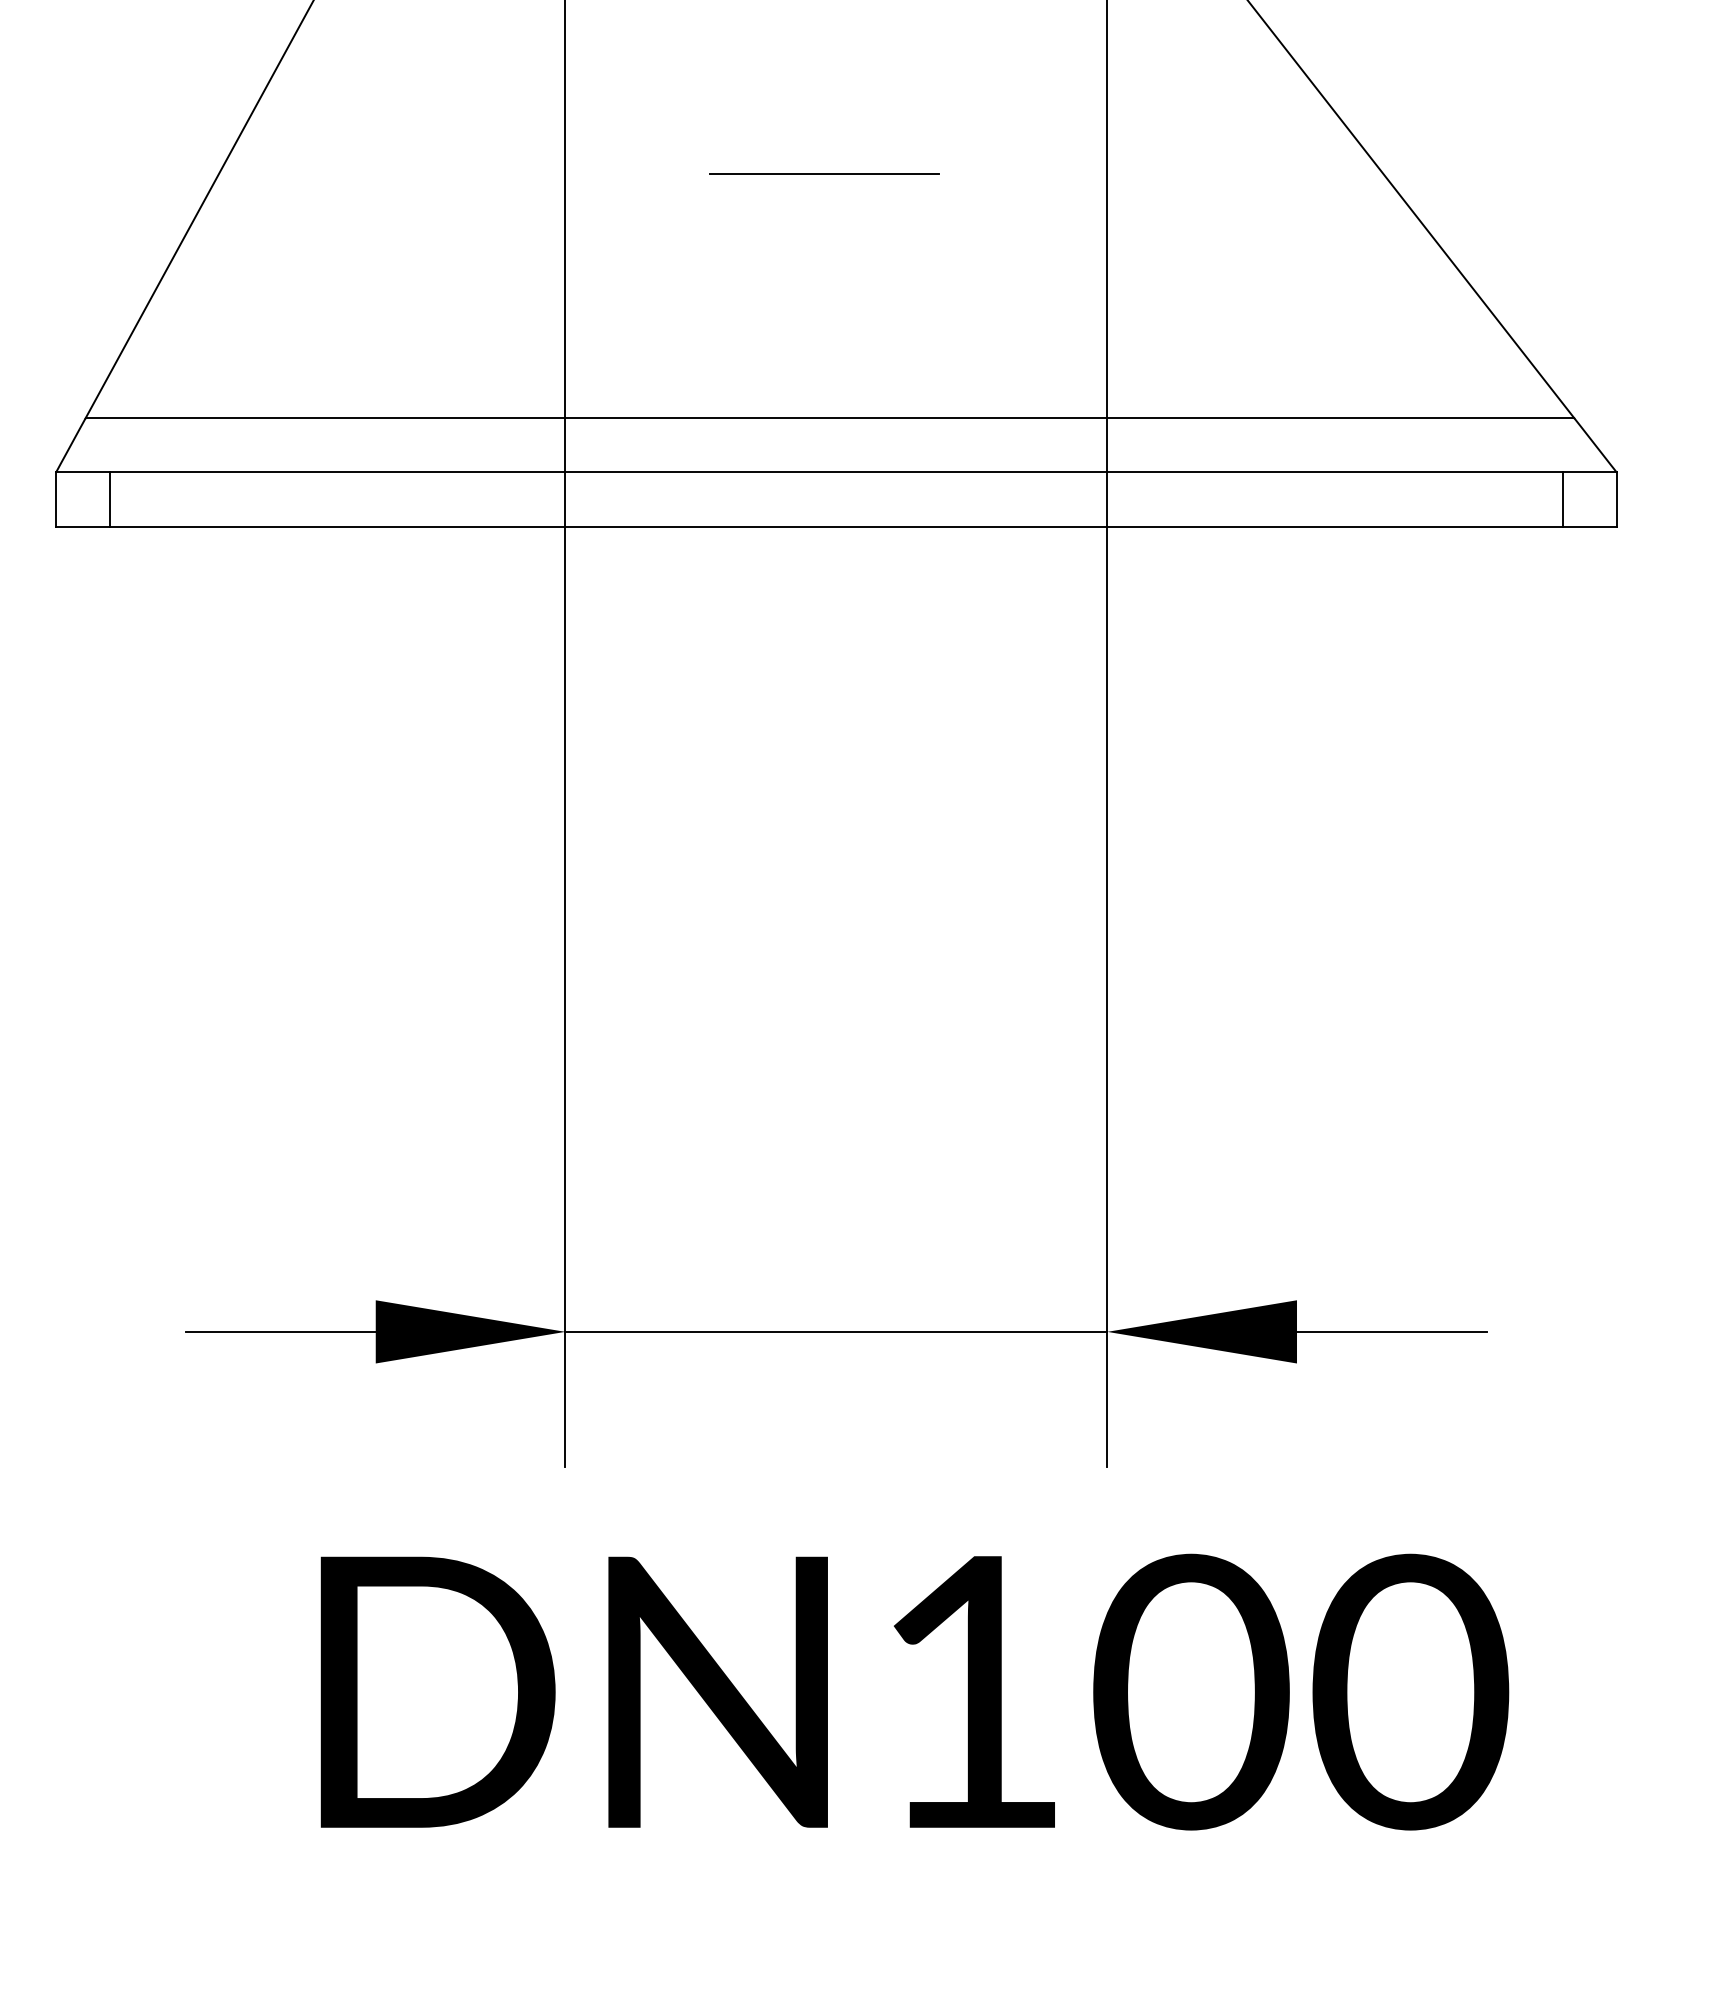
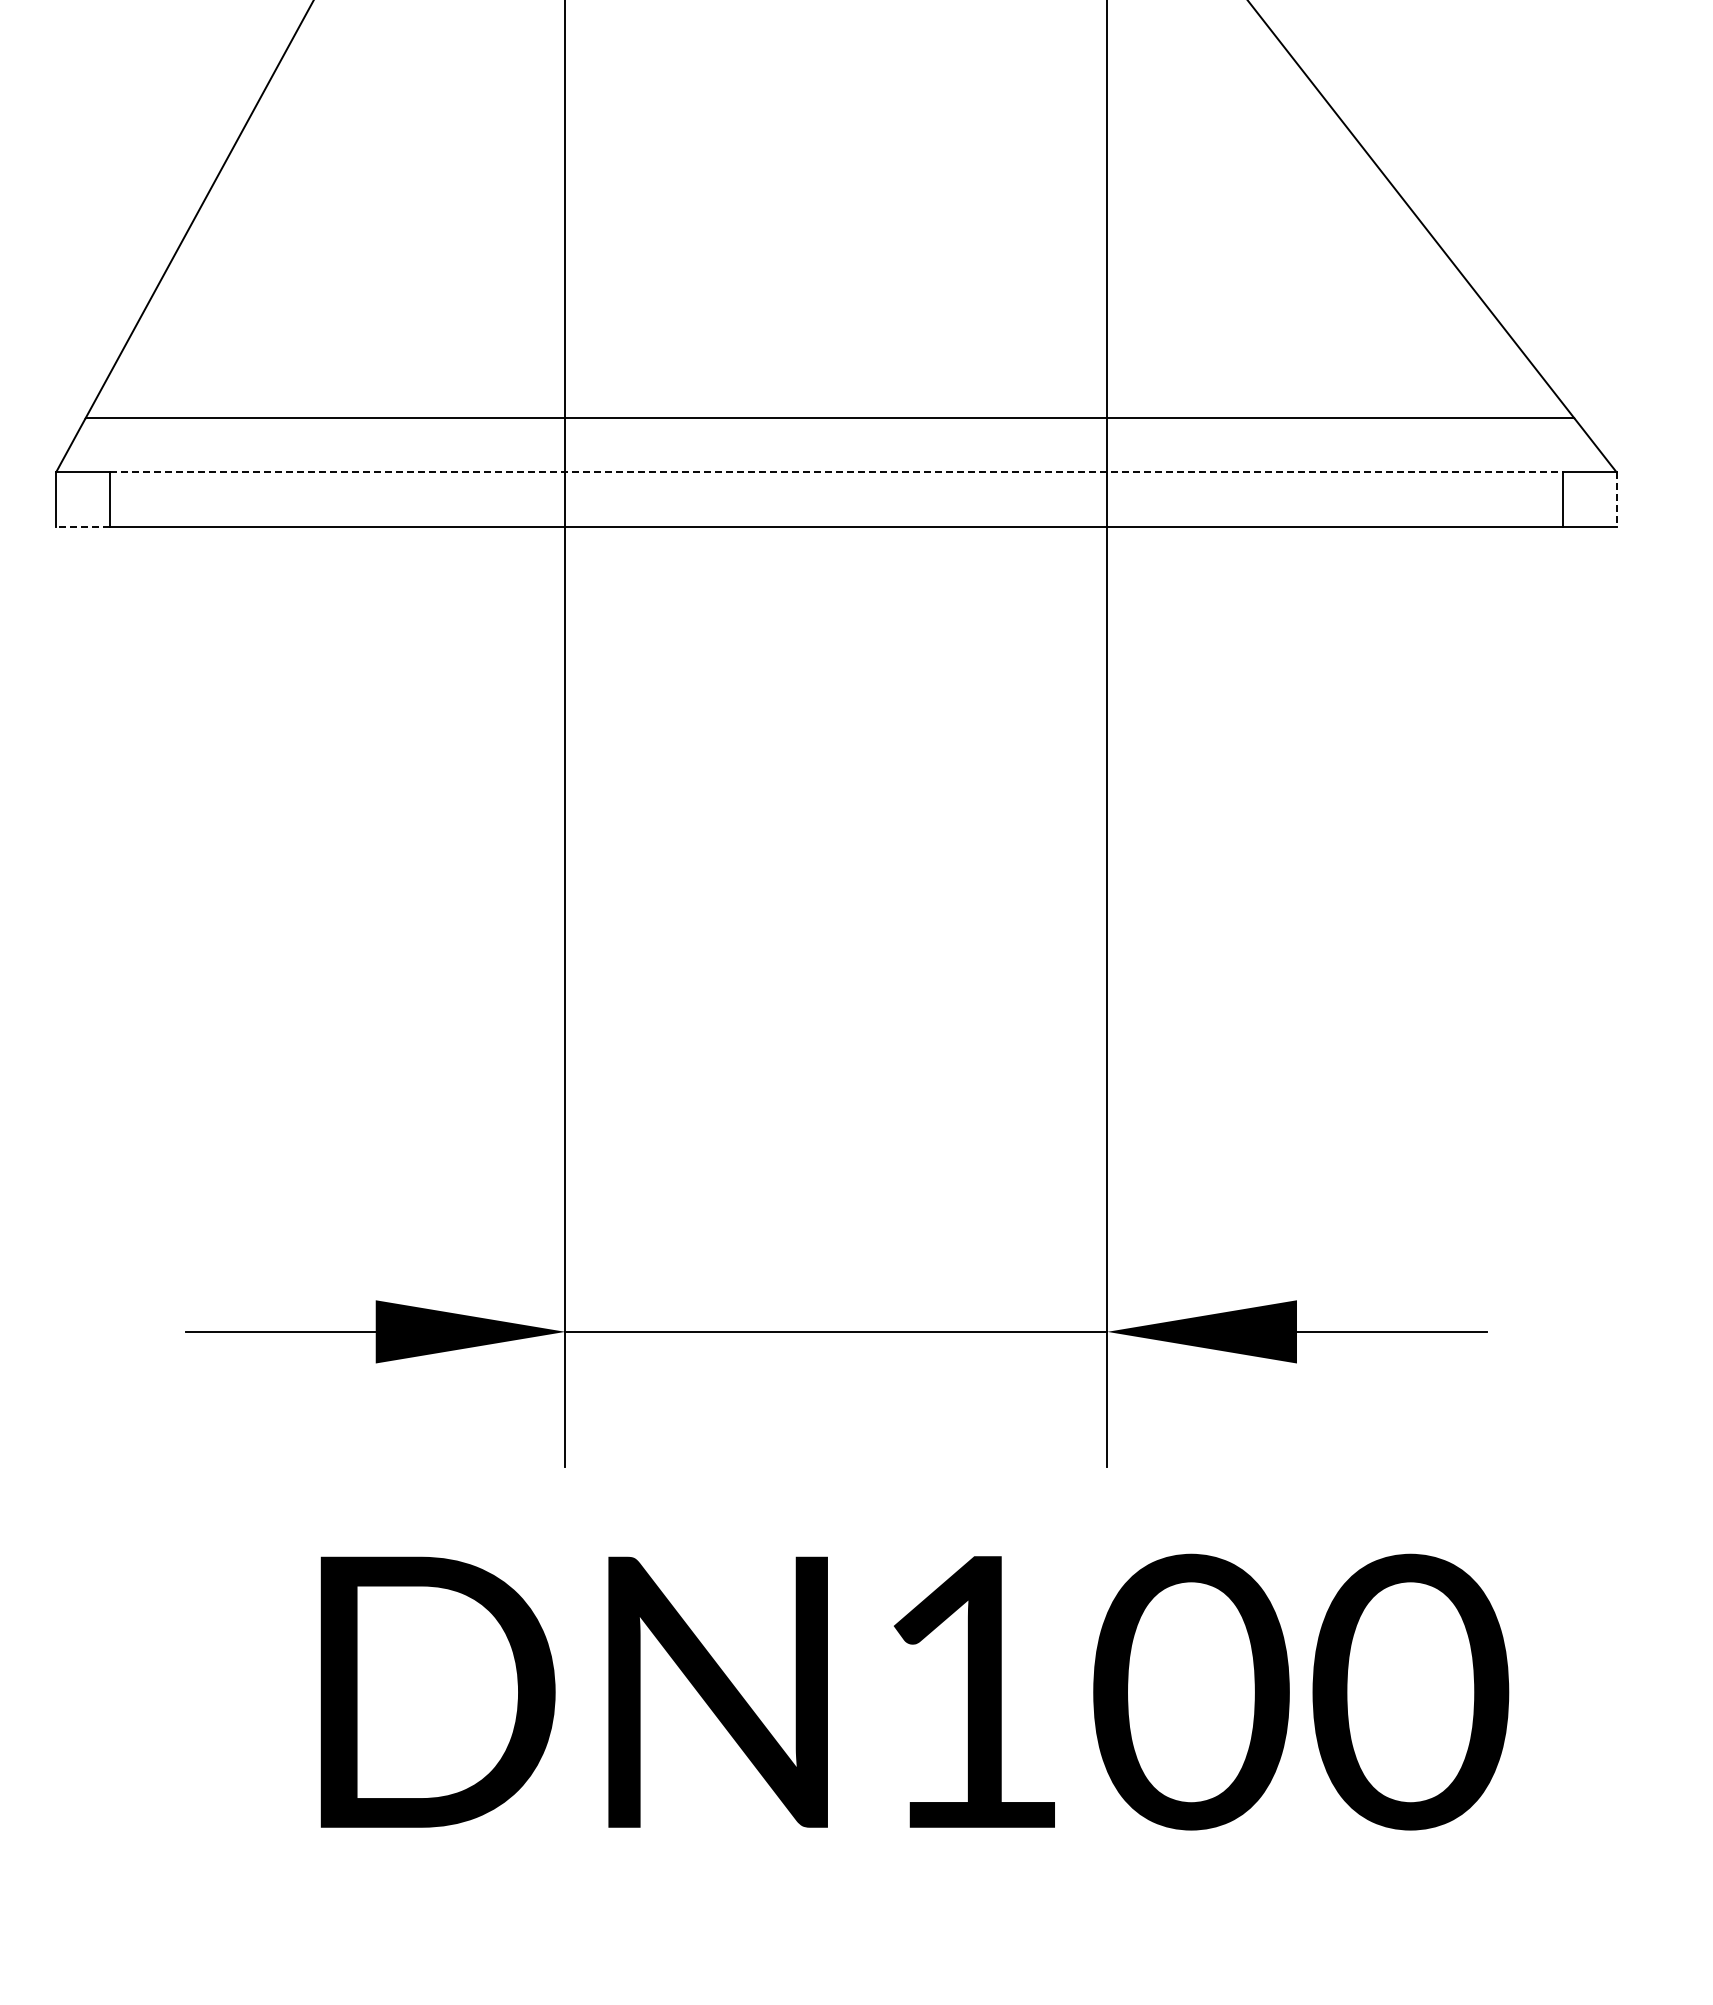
line at (824, 173): present -> none
line at (836, 472): solid -> dashed
line at (1616, 500): solid -> dashed
line at (82, 526): solid -> dashed
